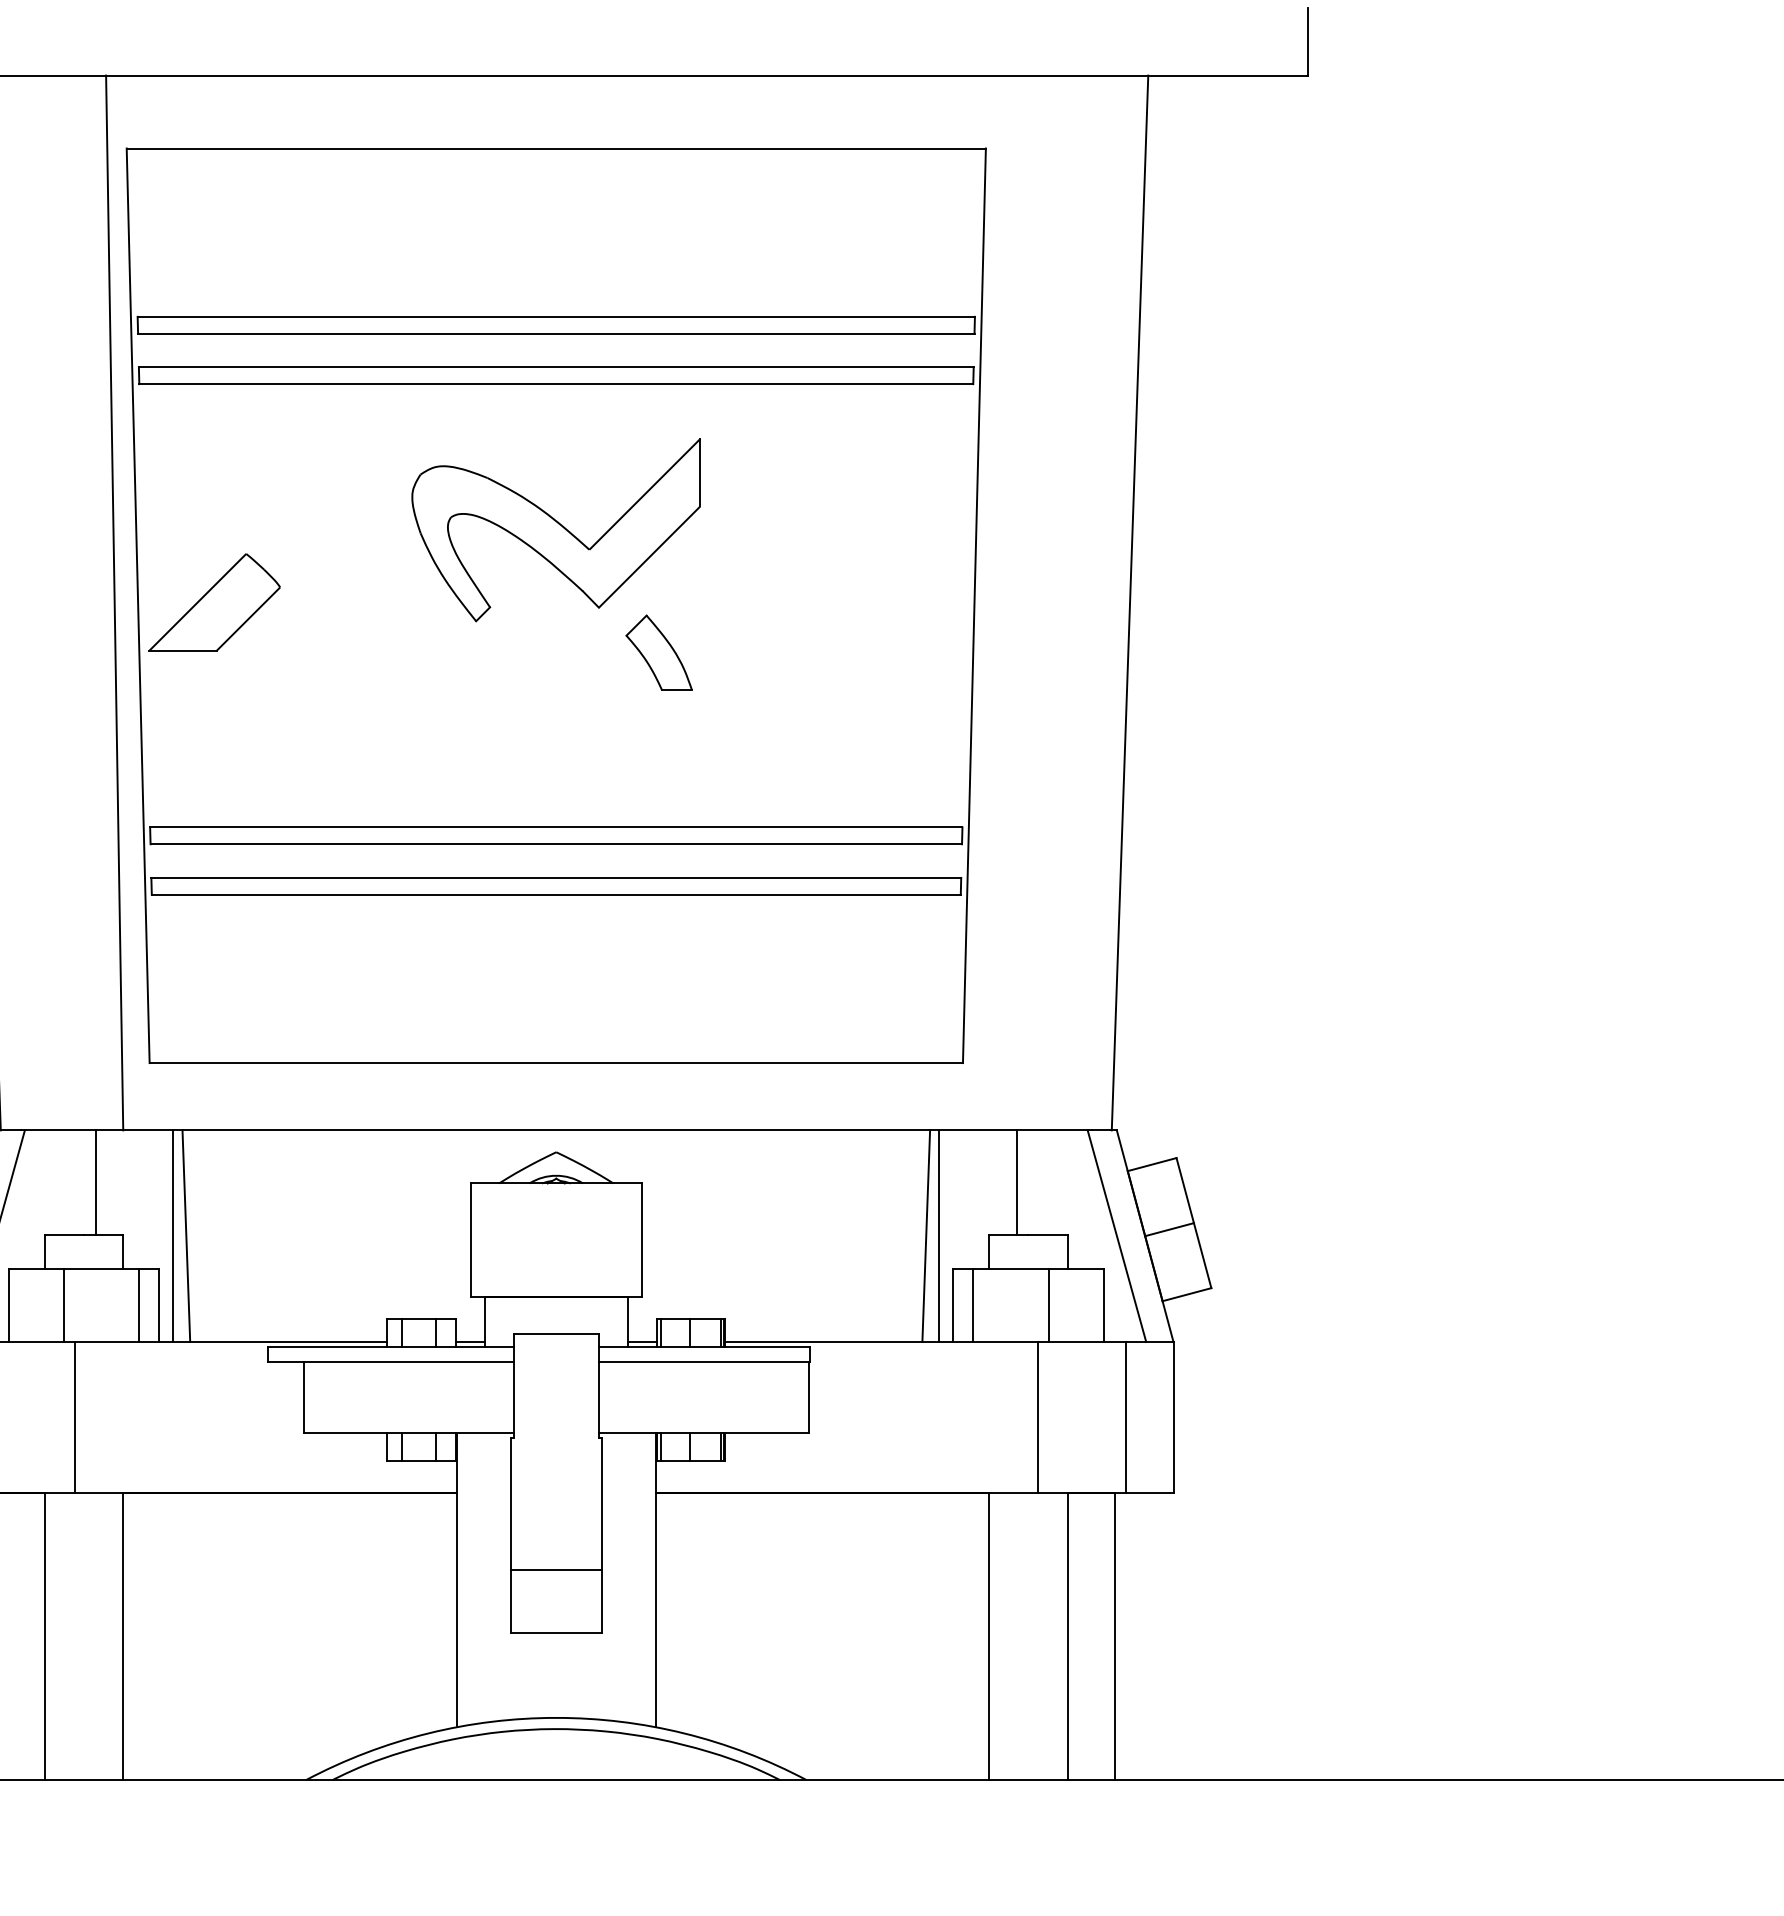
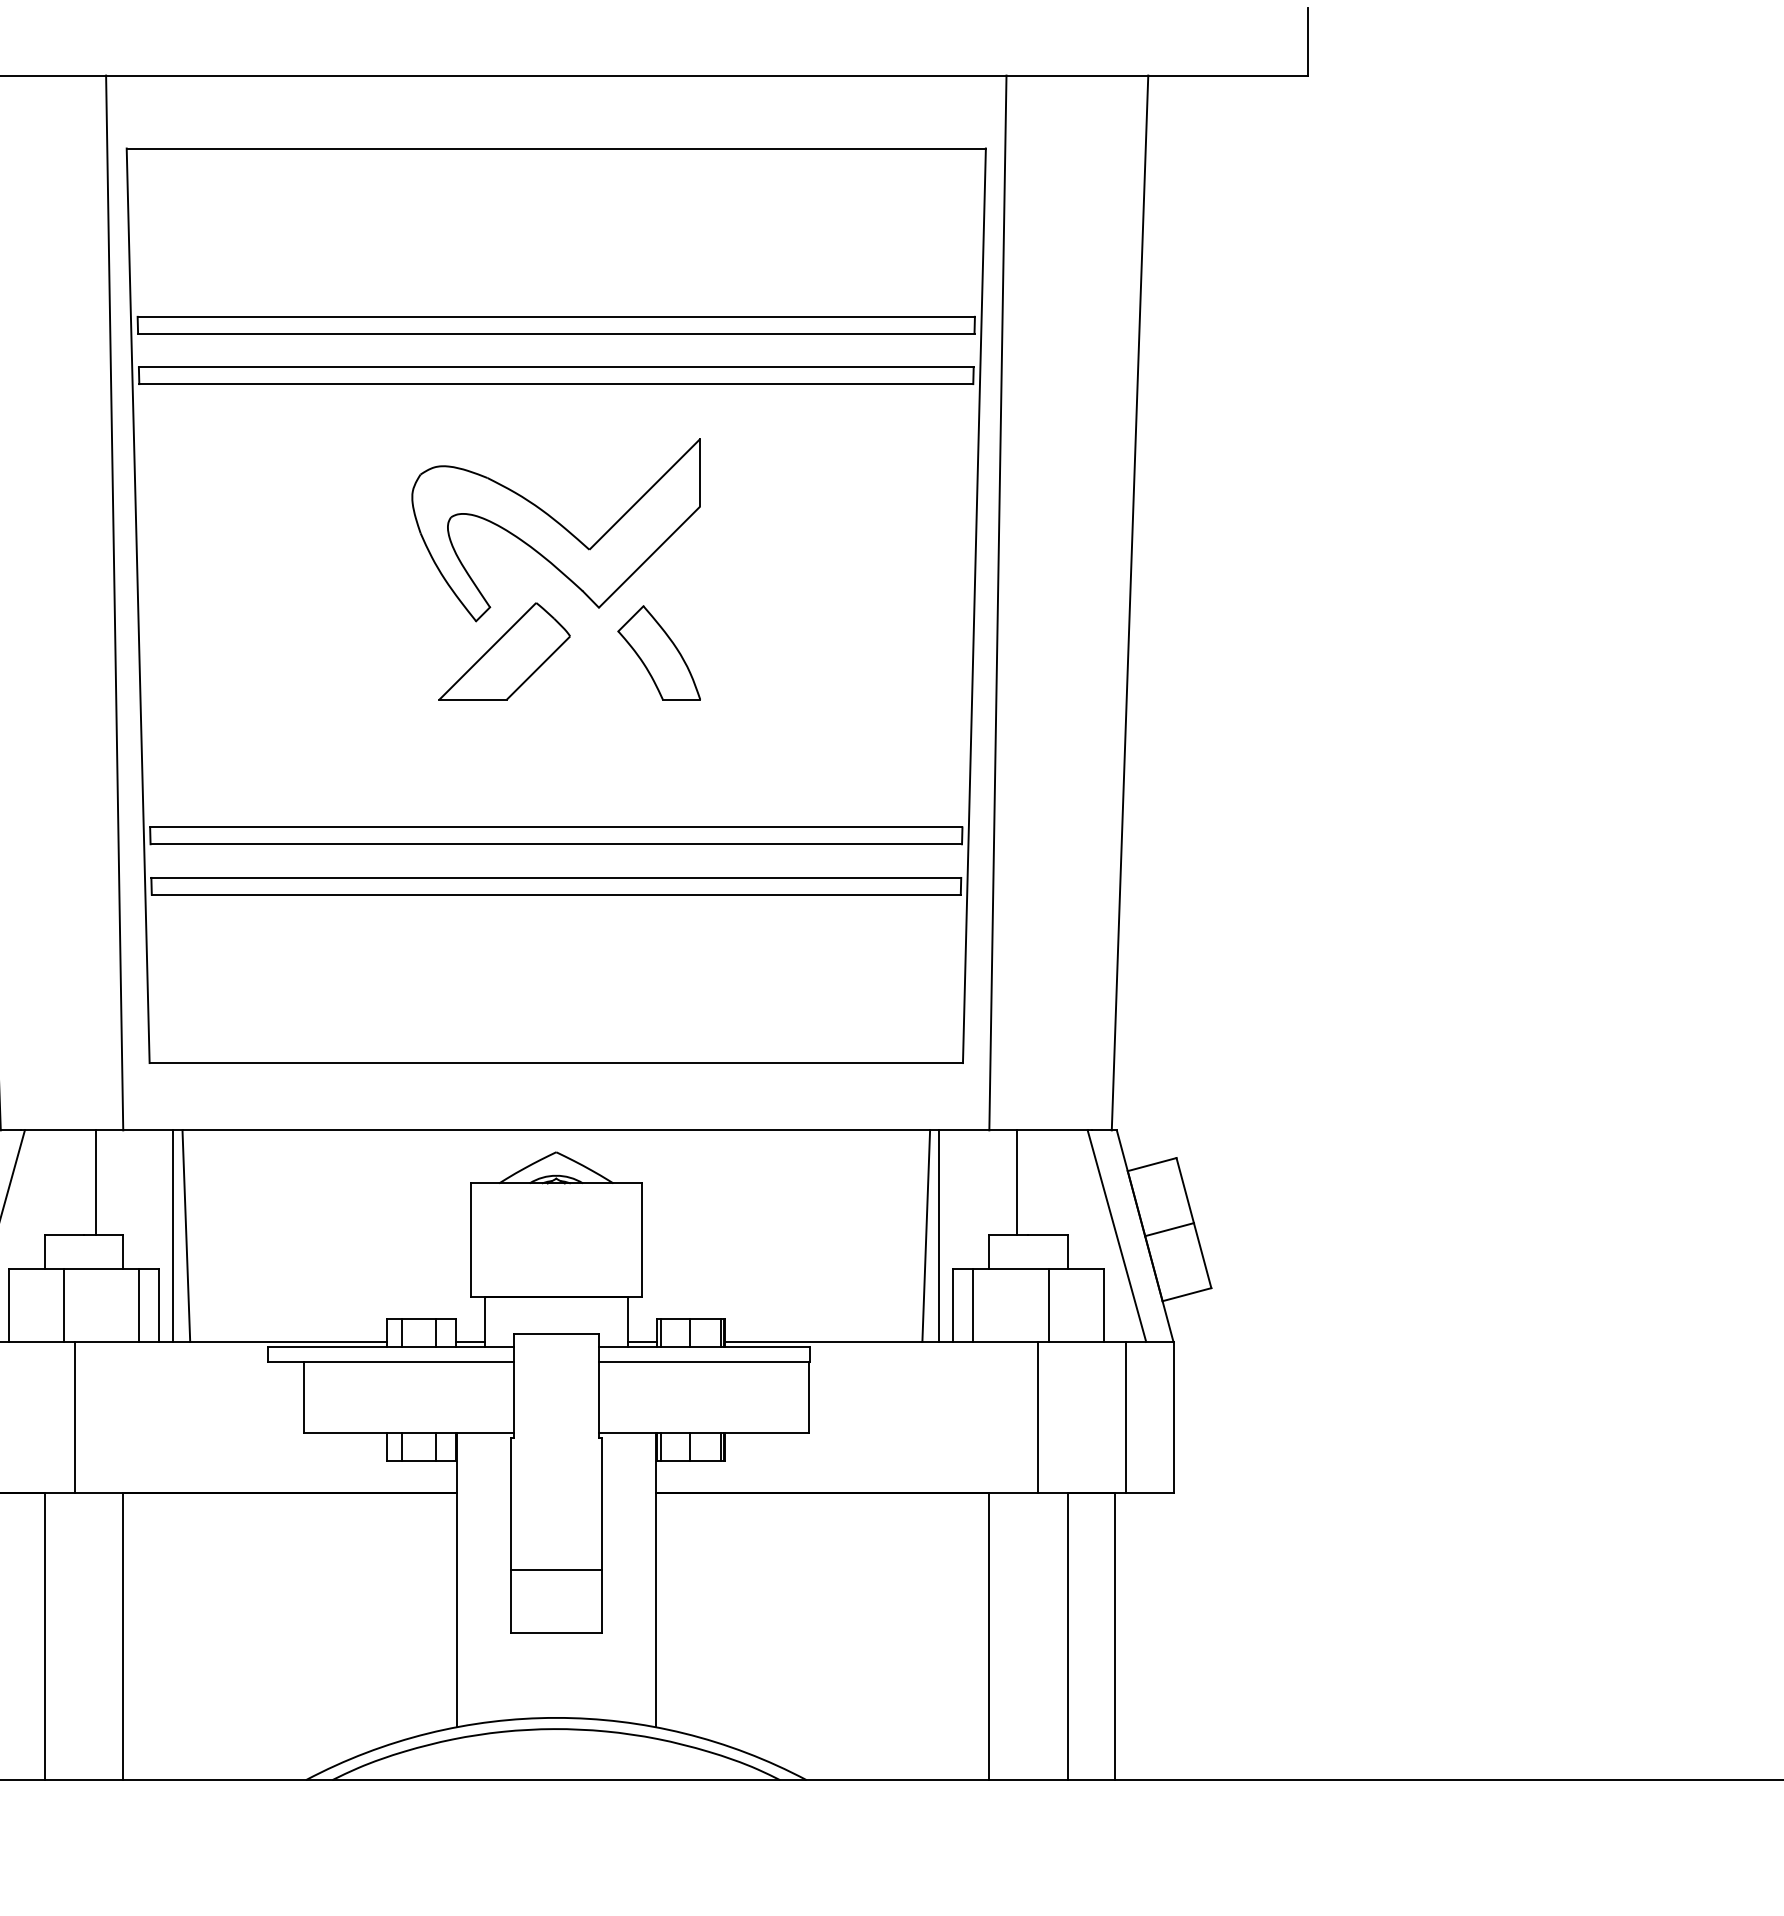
part at (214, 602) position: (214, 602) -> (504, 651)
line at (997, 602): none -> present
part at (658, 652) size: 68x77 px -> 84x96 px
